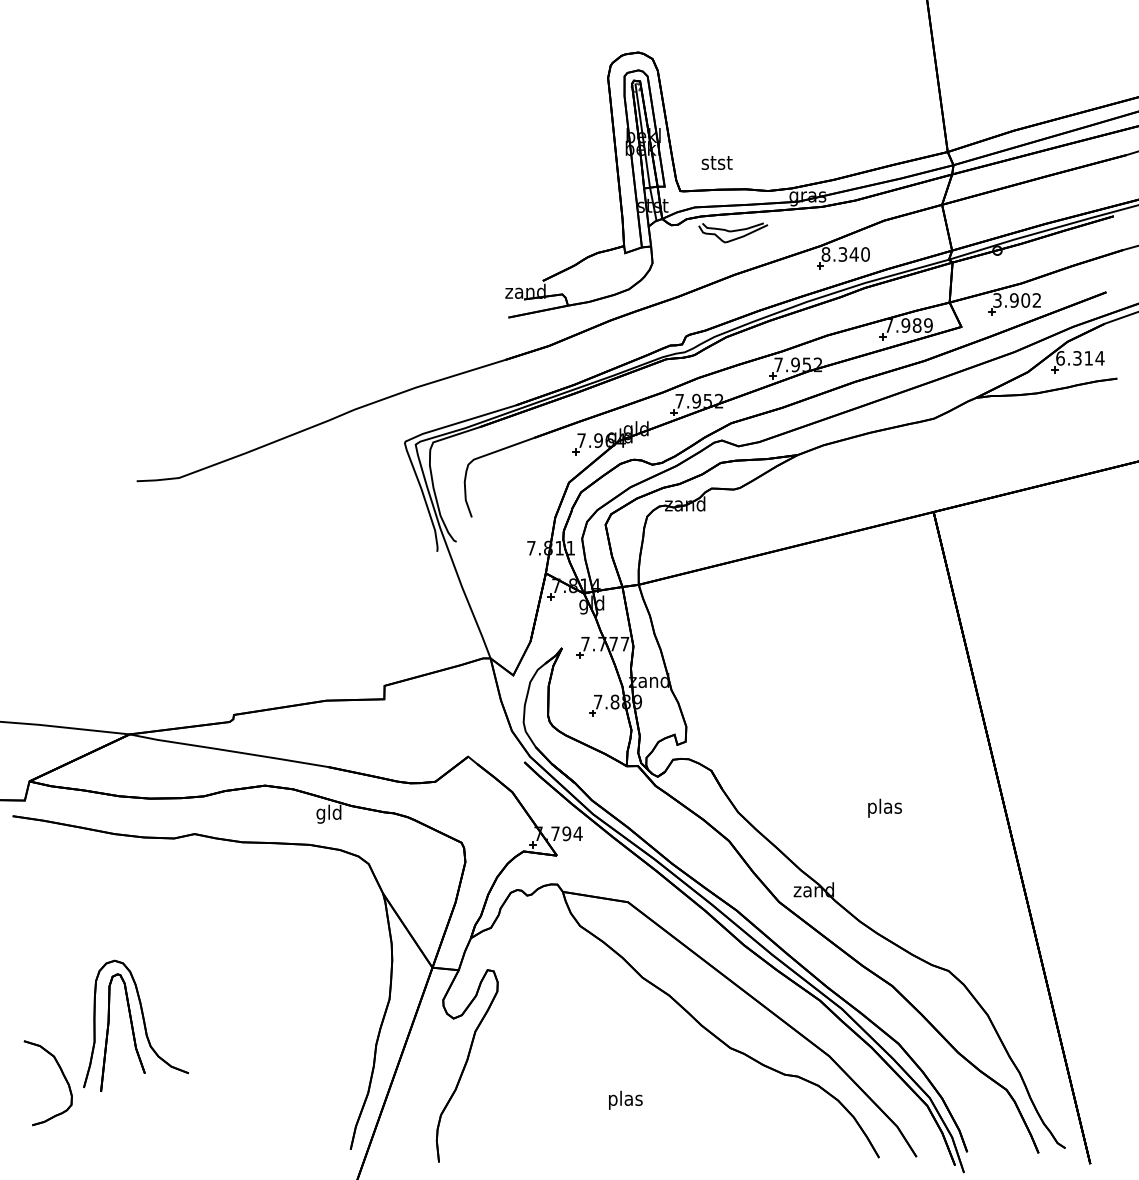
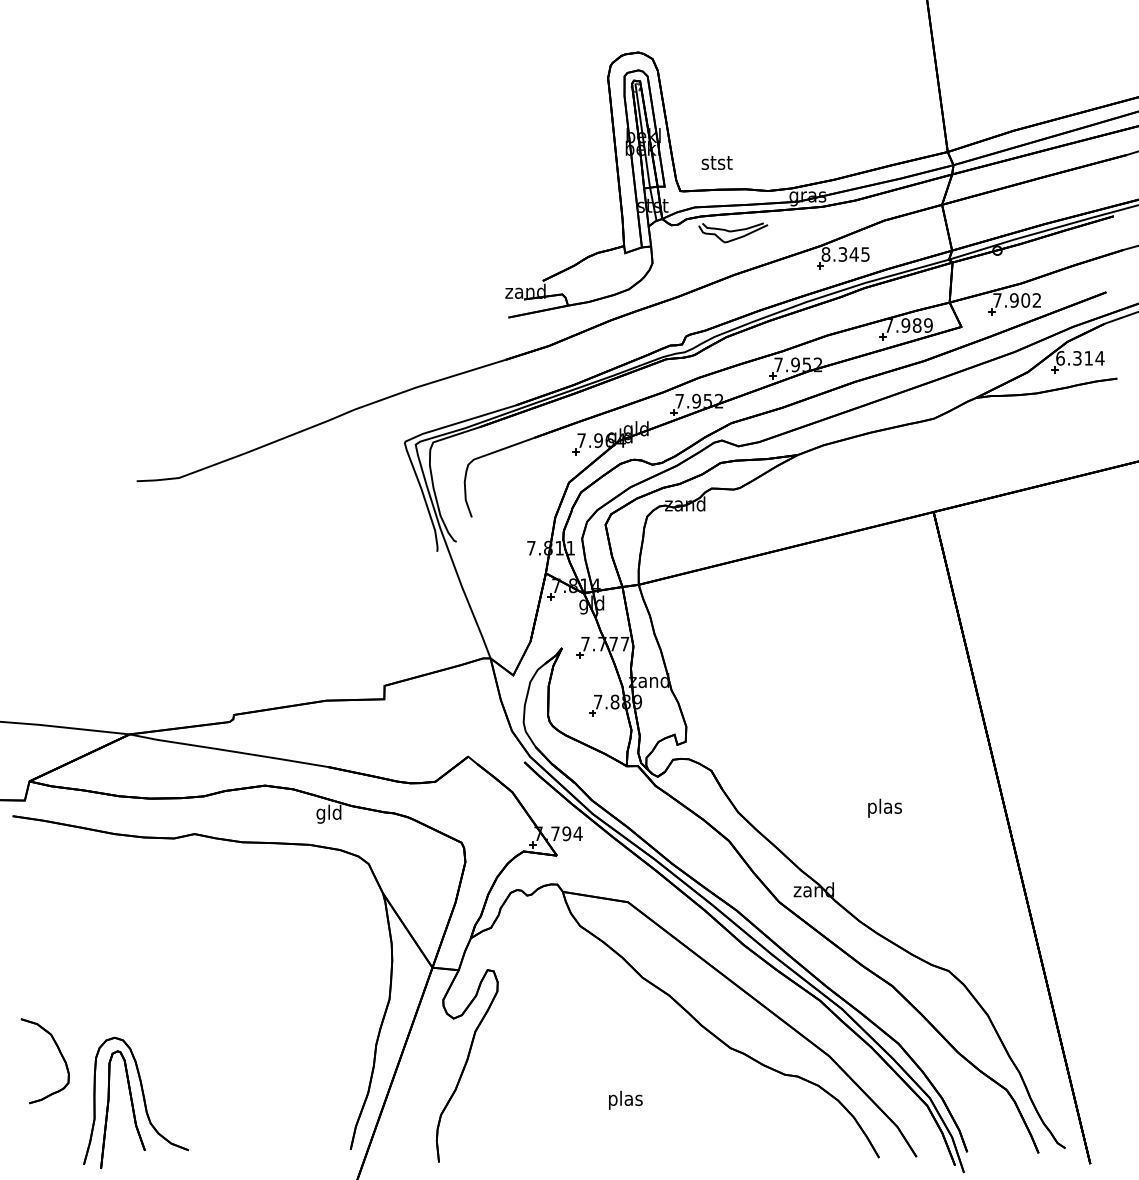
text at (865, 254): 8.340 -> 8.345
text at (997, 300): 3.902 -> 7.902
part at (136, 1025) position: (136, 1025) -> (136, 1102)
part at (62, 1075) position: (62, 1075) -> (59, 1053)
